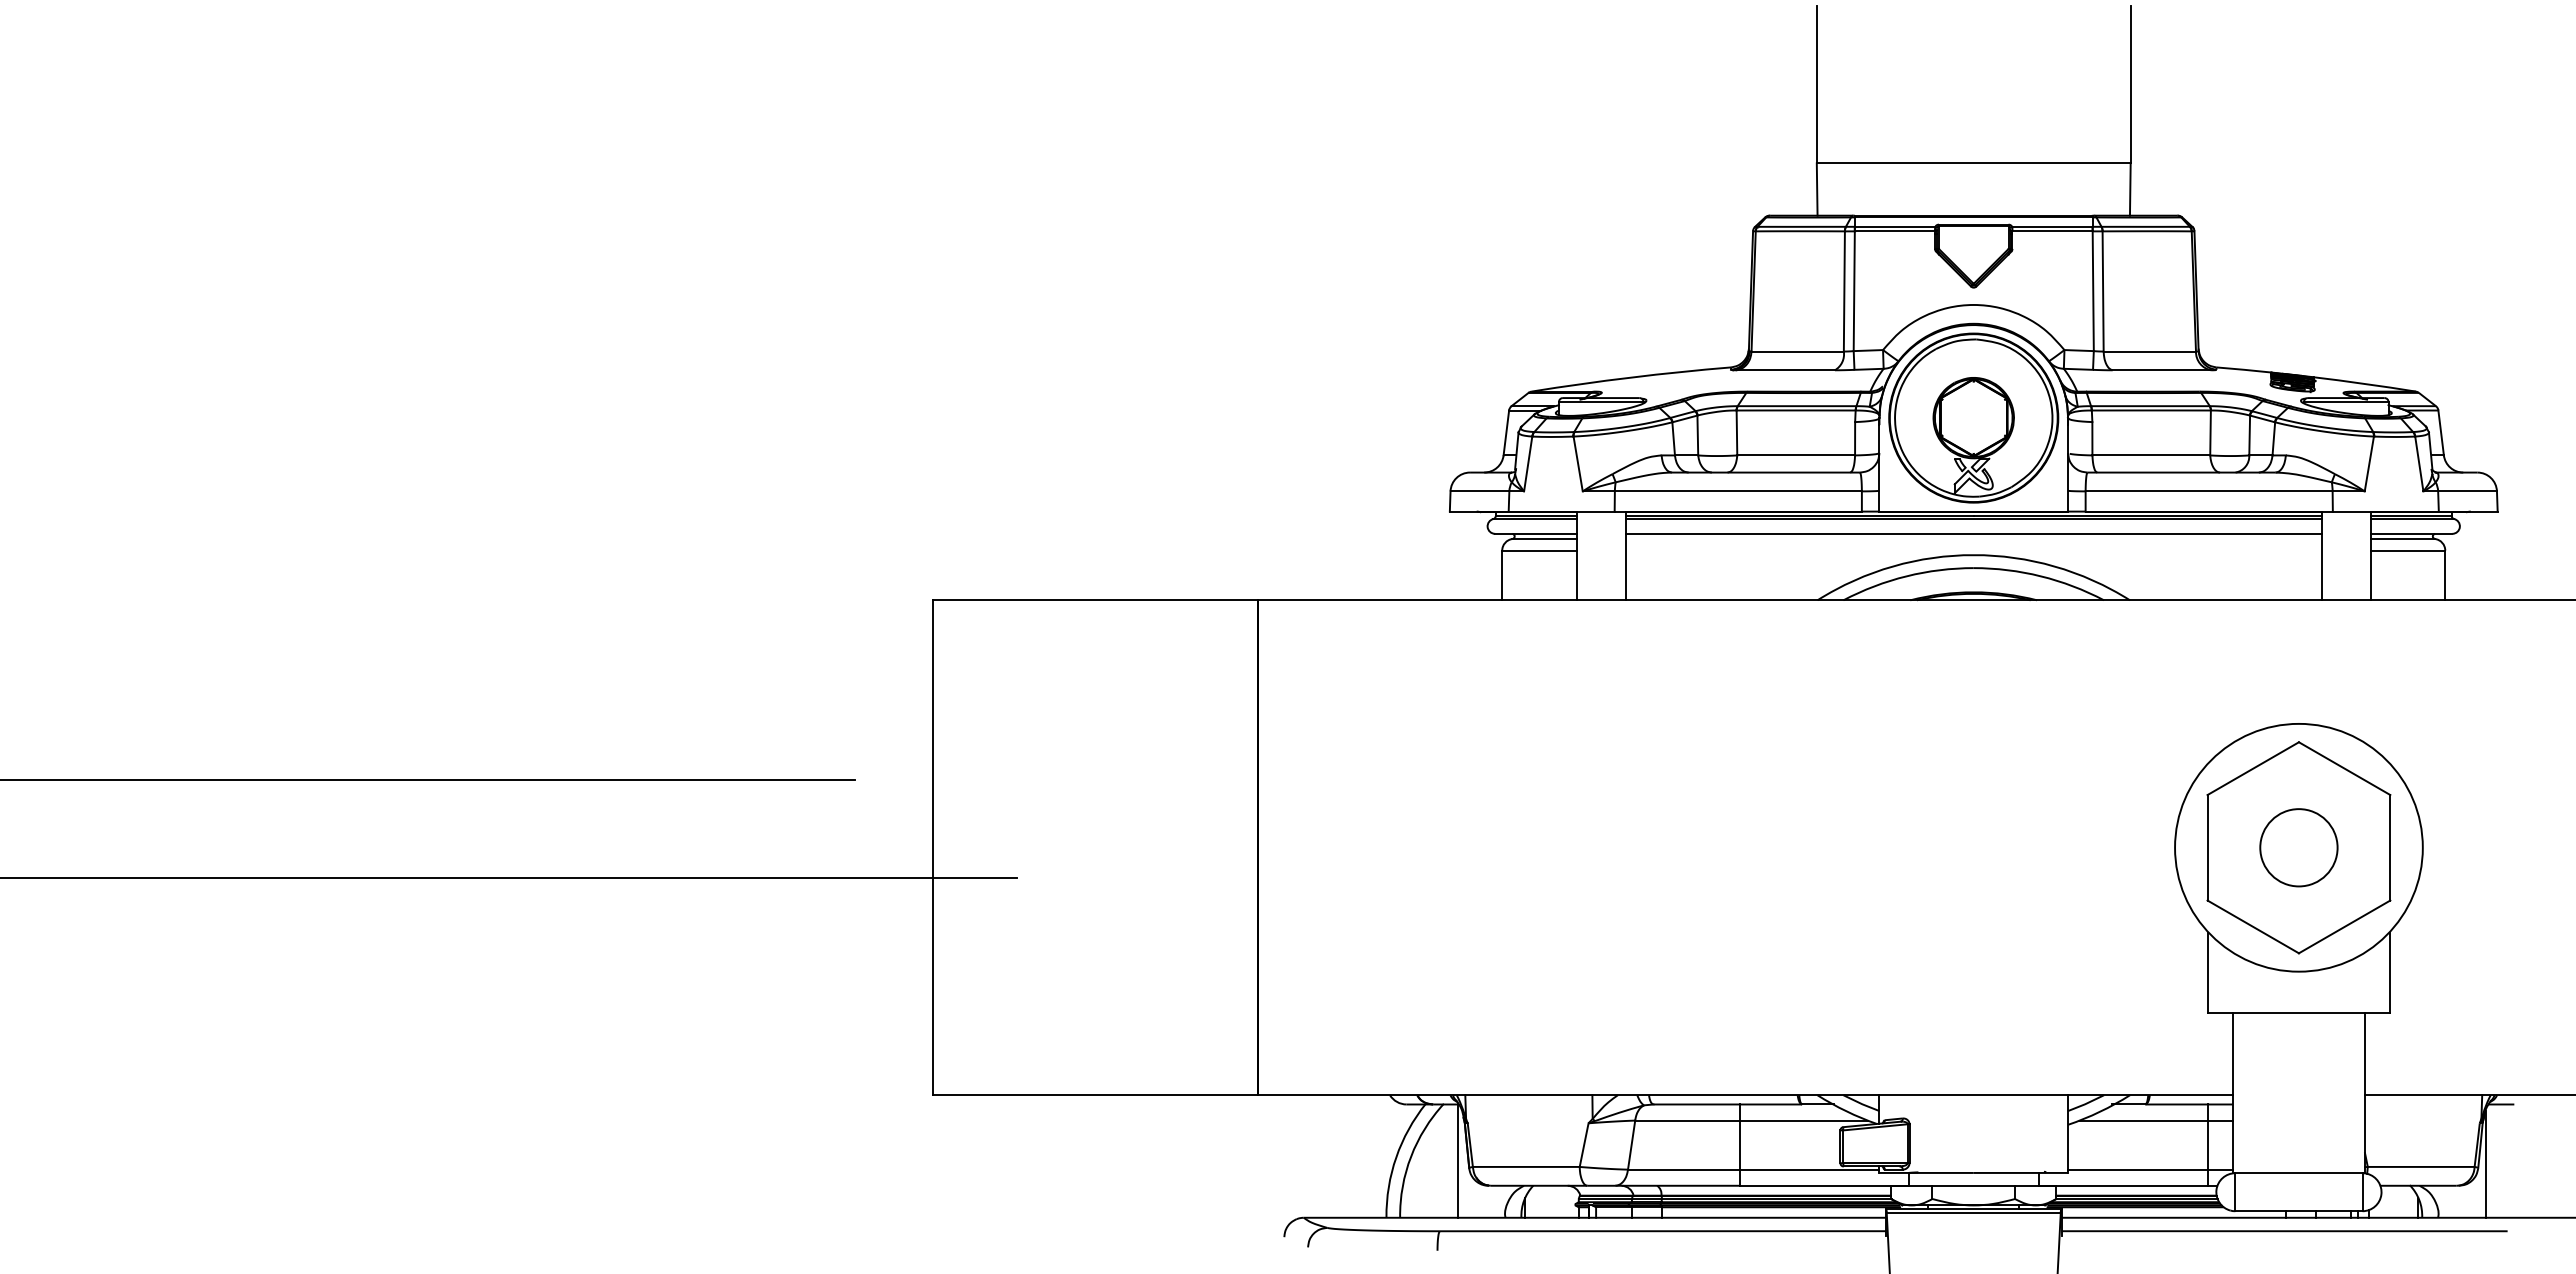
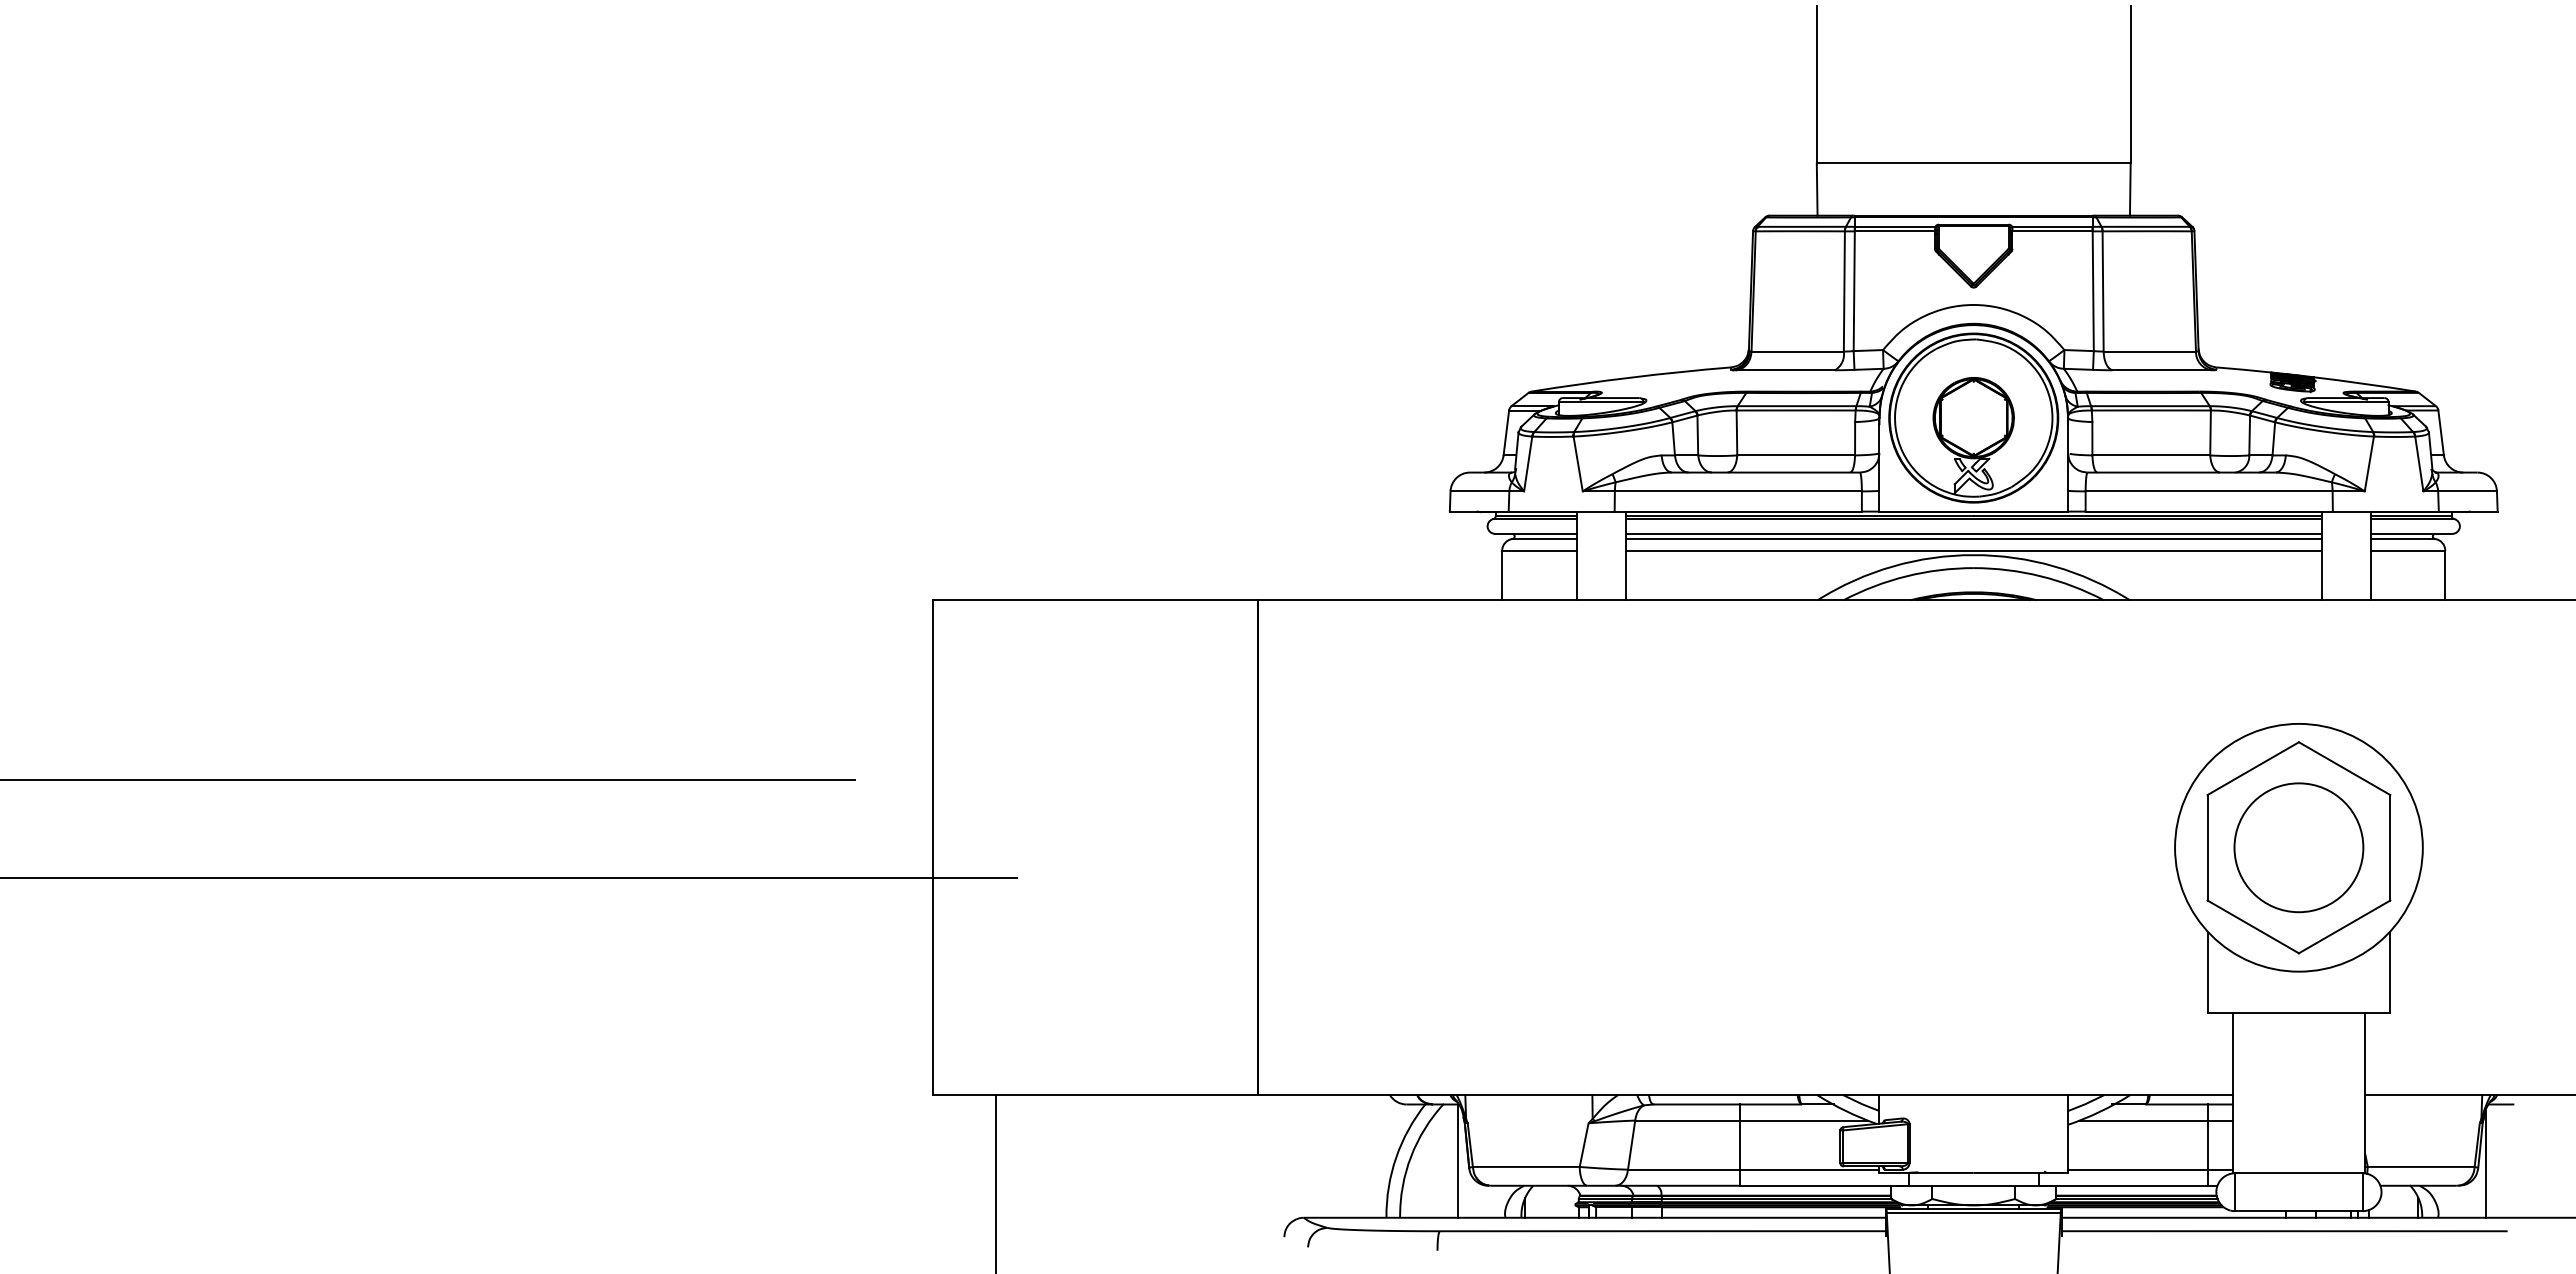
line at (1973, 539): none -> present
line at (1973, 550): none -> present
circle at (2298, 847) diameter: 77 px -> 129 px
line at (996, 1182): none -> present
